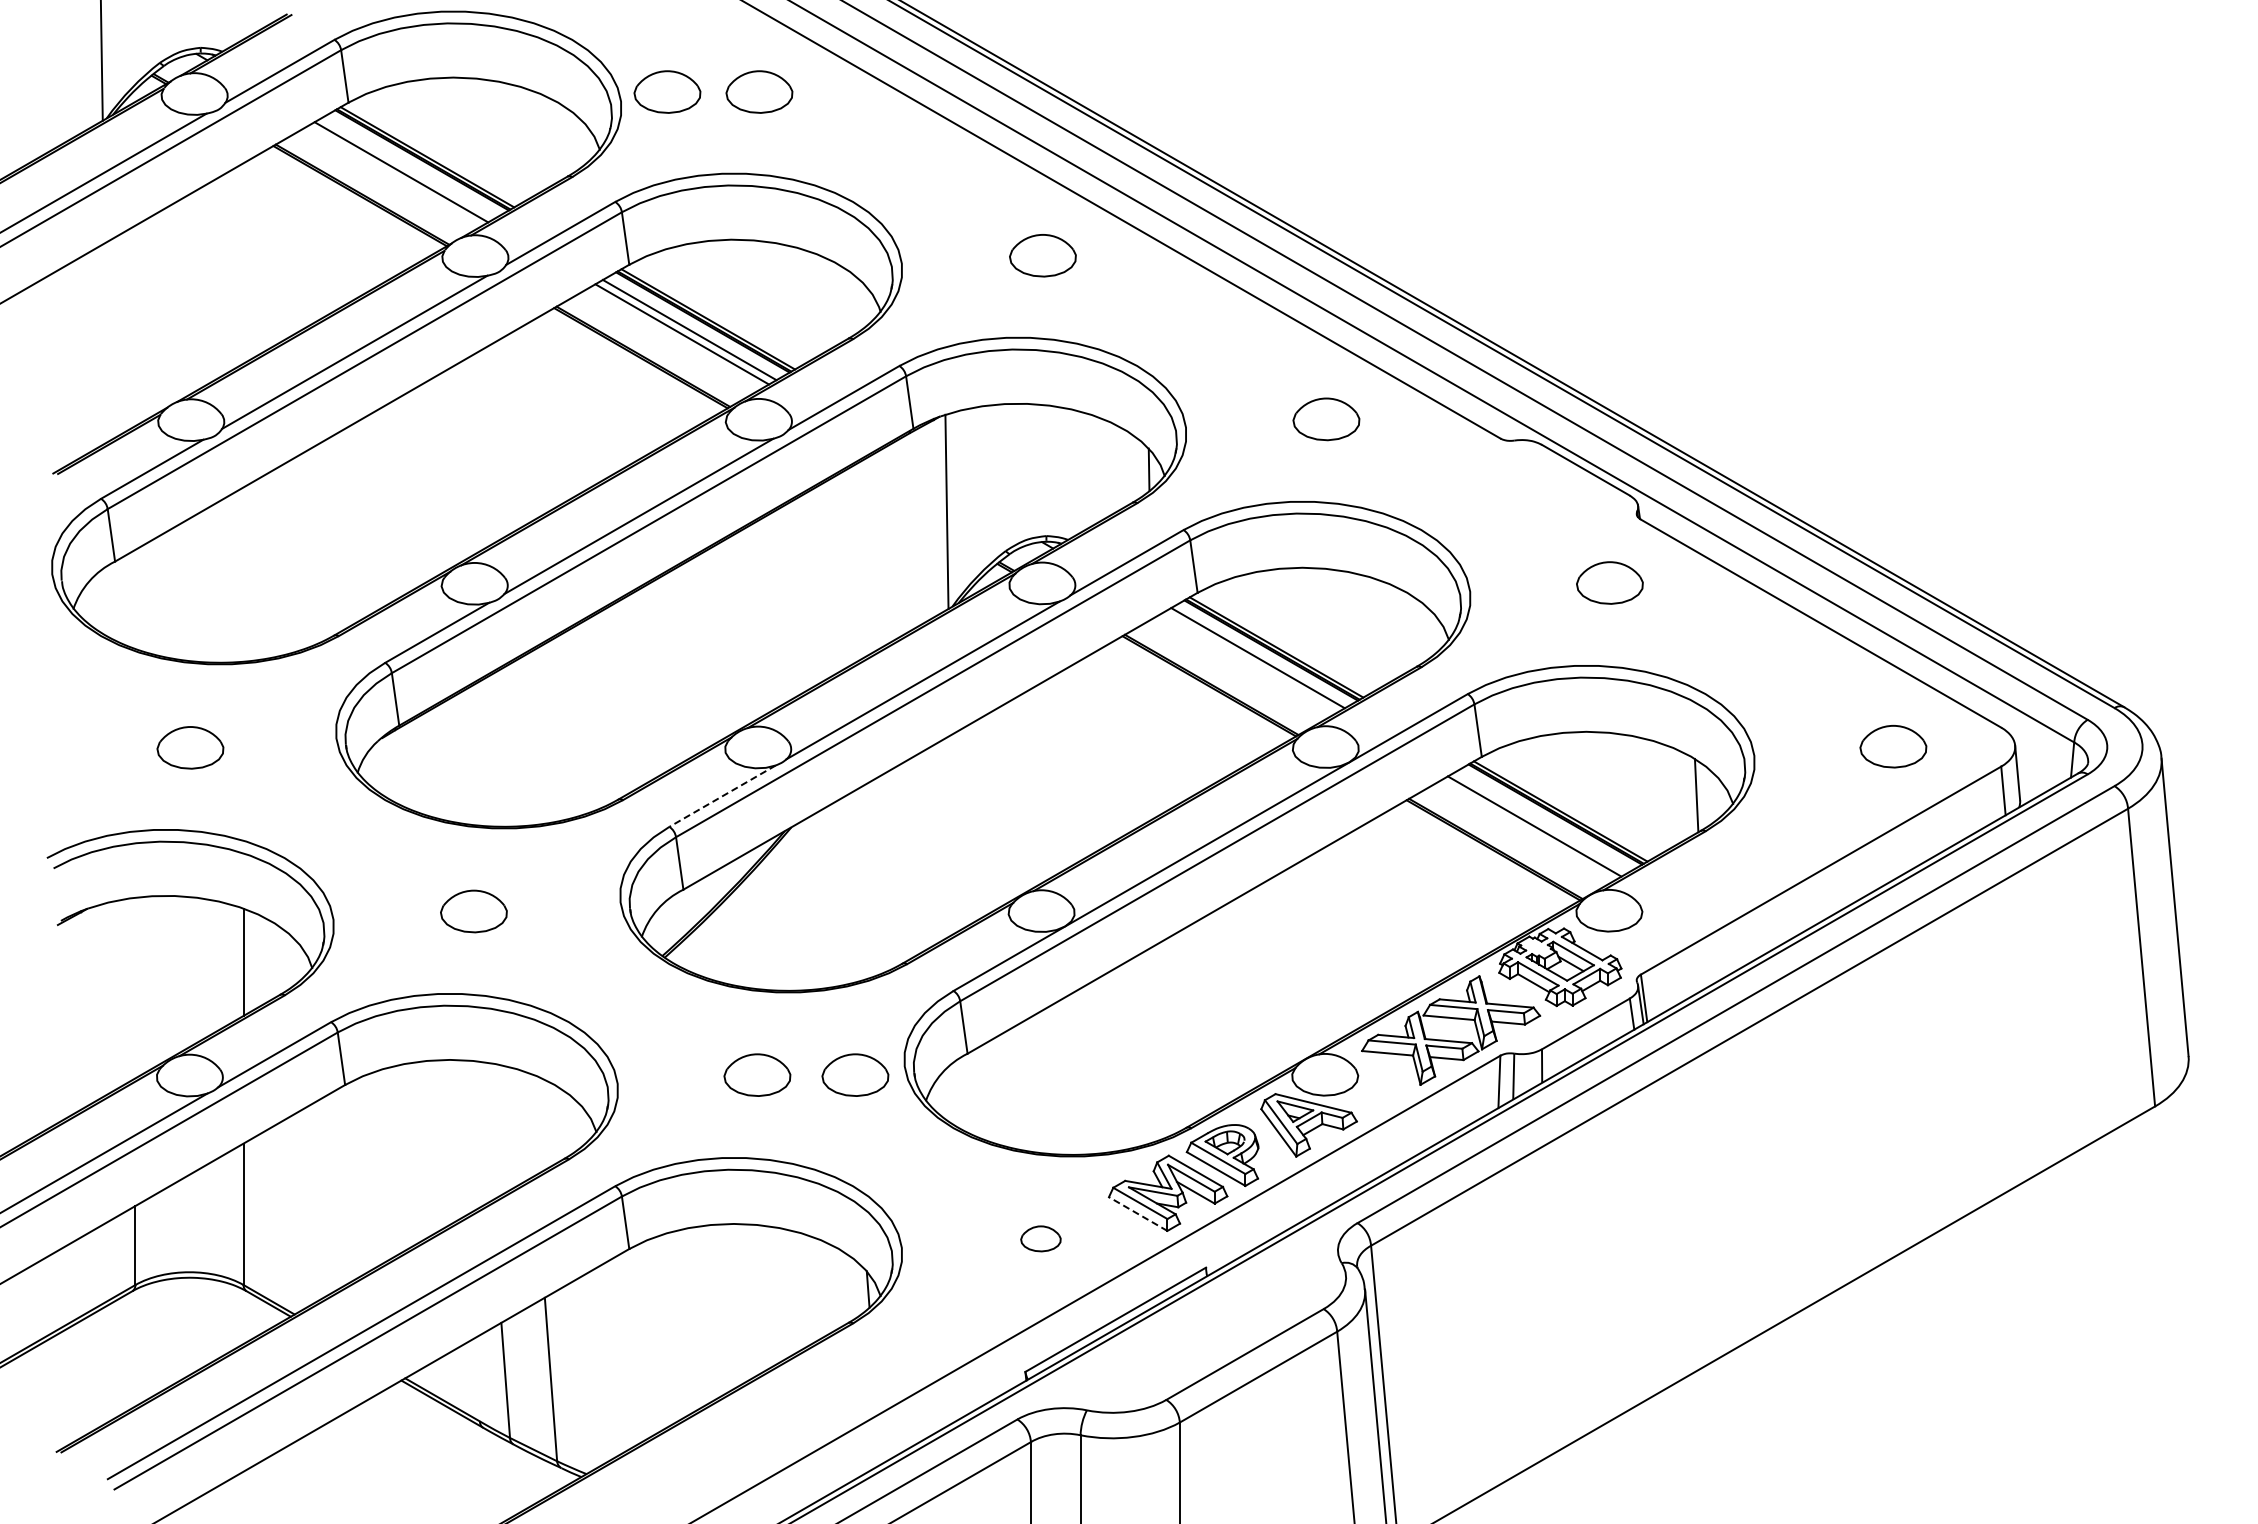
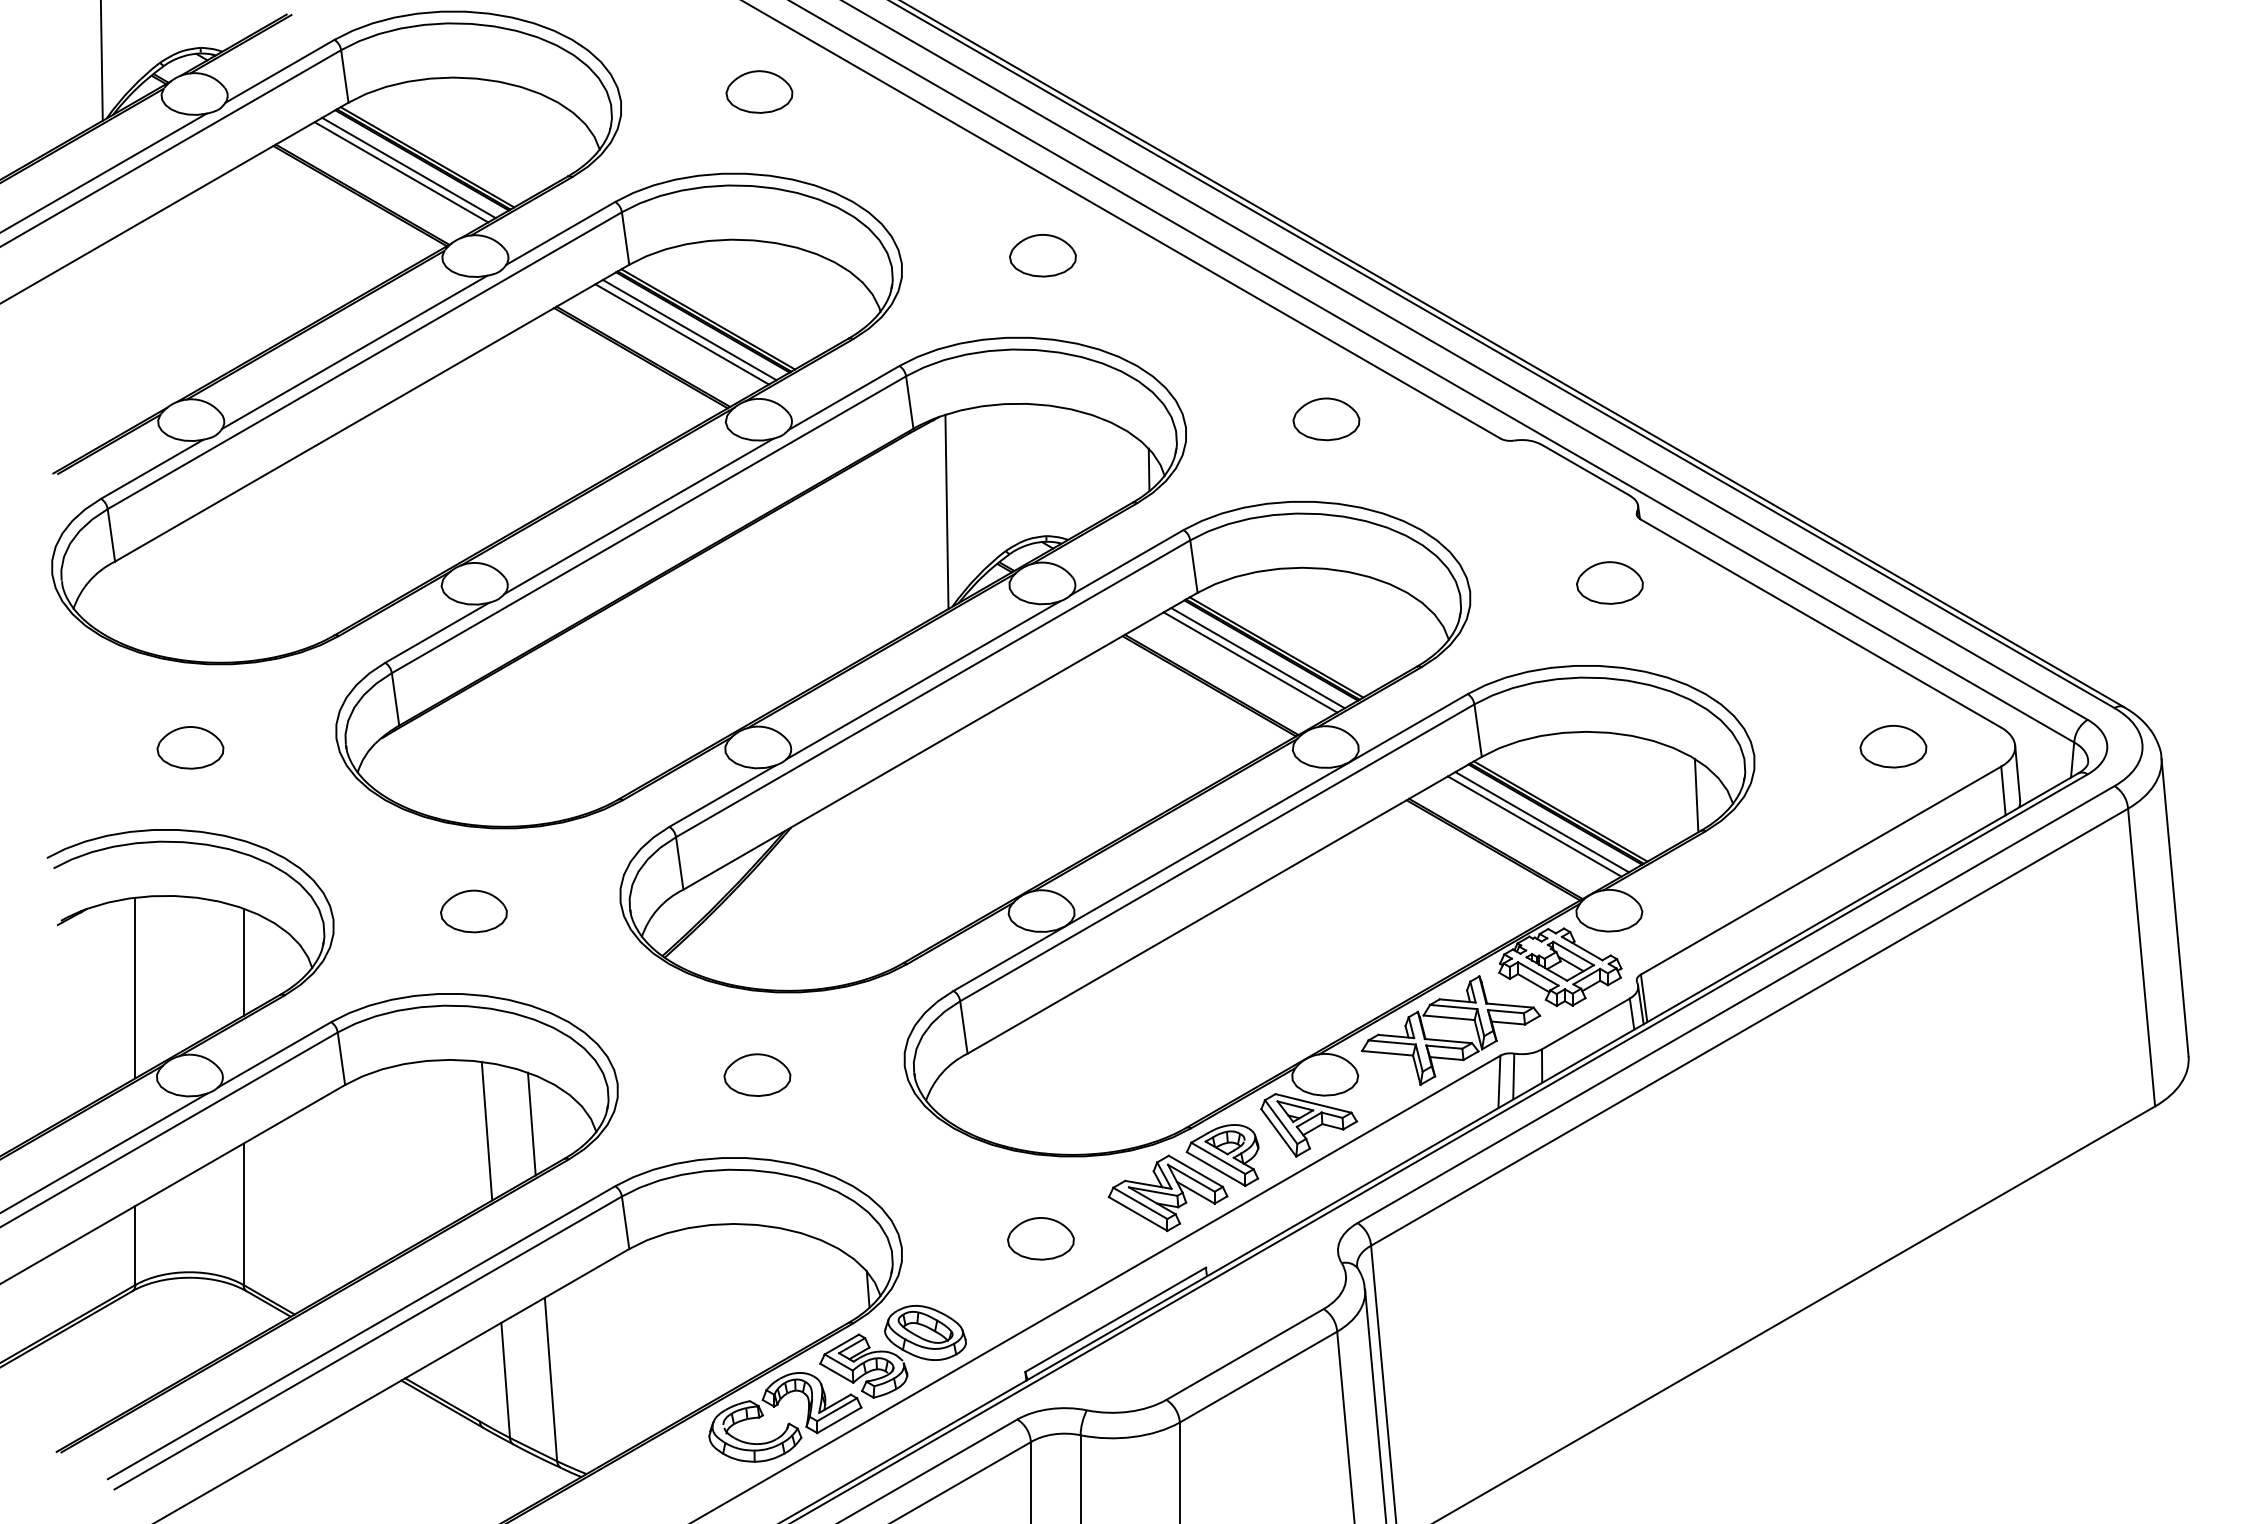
part at (667, 91): present -> none
line at (408, 167): none -> present
line at (1250, 662): none -> present
line at (722, 796): dashed -> solid
line at (1542, 822): none -> present
line at (135, 987): none -> present
part at (855, 1074): present -> none
line at (531, 1123): none -> present
line at (486, 1130): none -> present
line at (1138, 1214): dashed -> solid
part at (1040, 1238) size: 42x28 px -> 68x44 px
part at (841, 1377): none -> present
